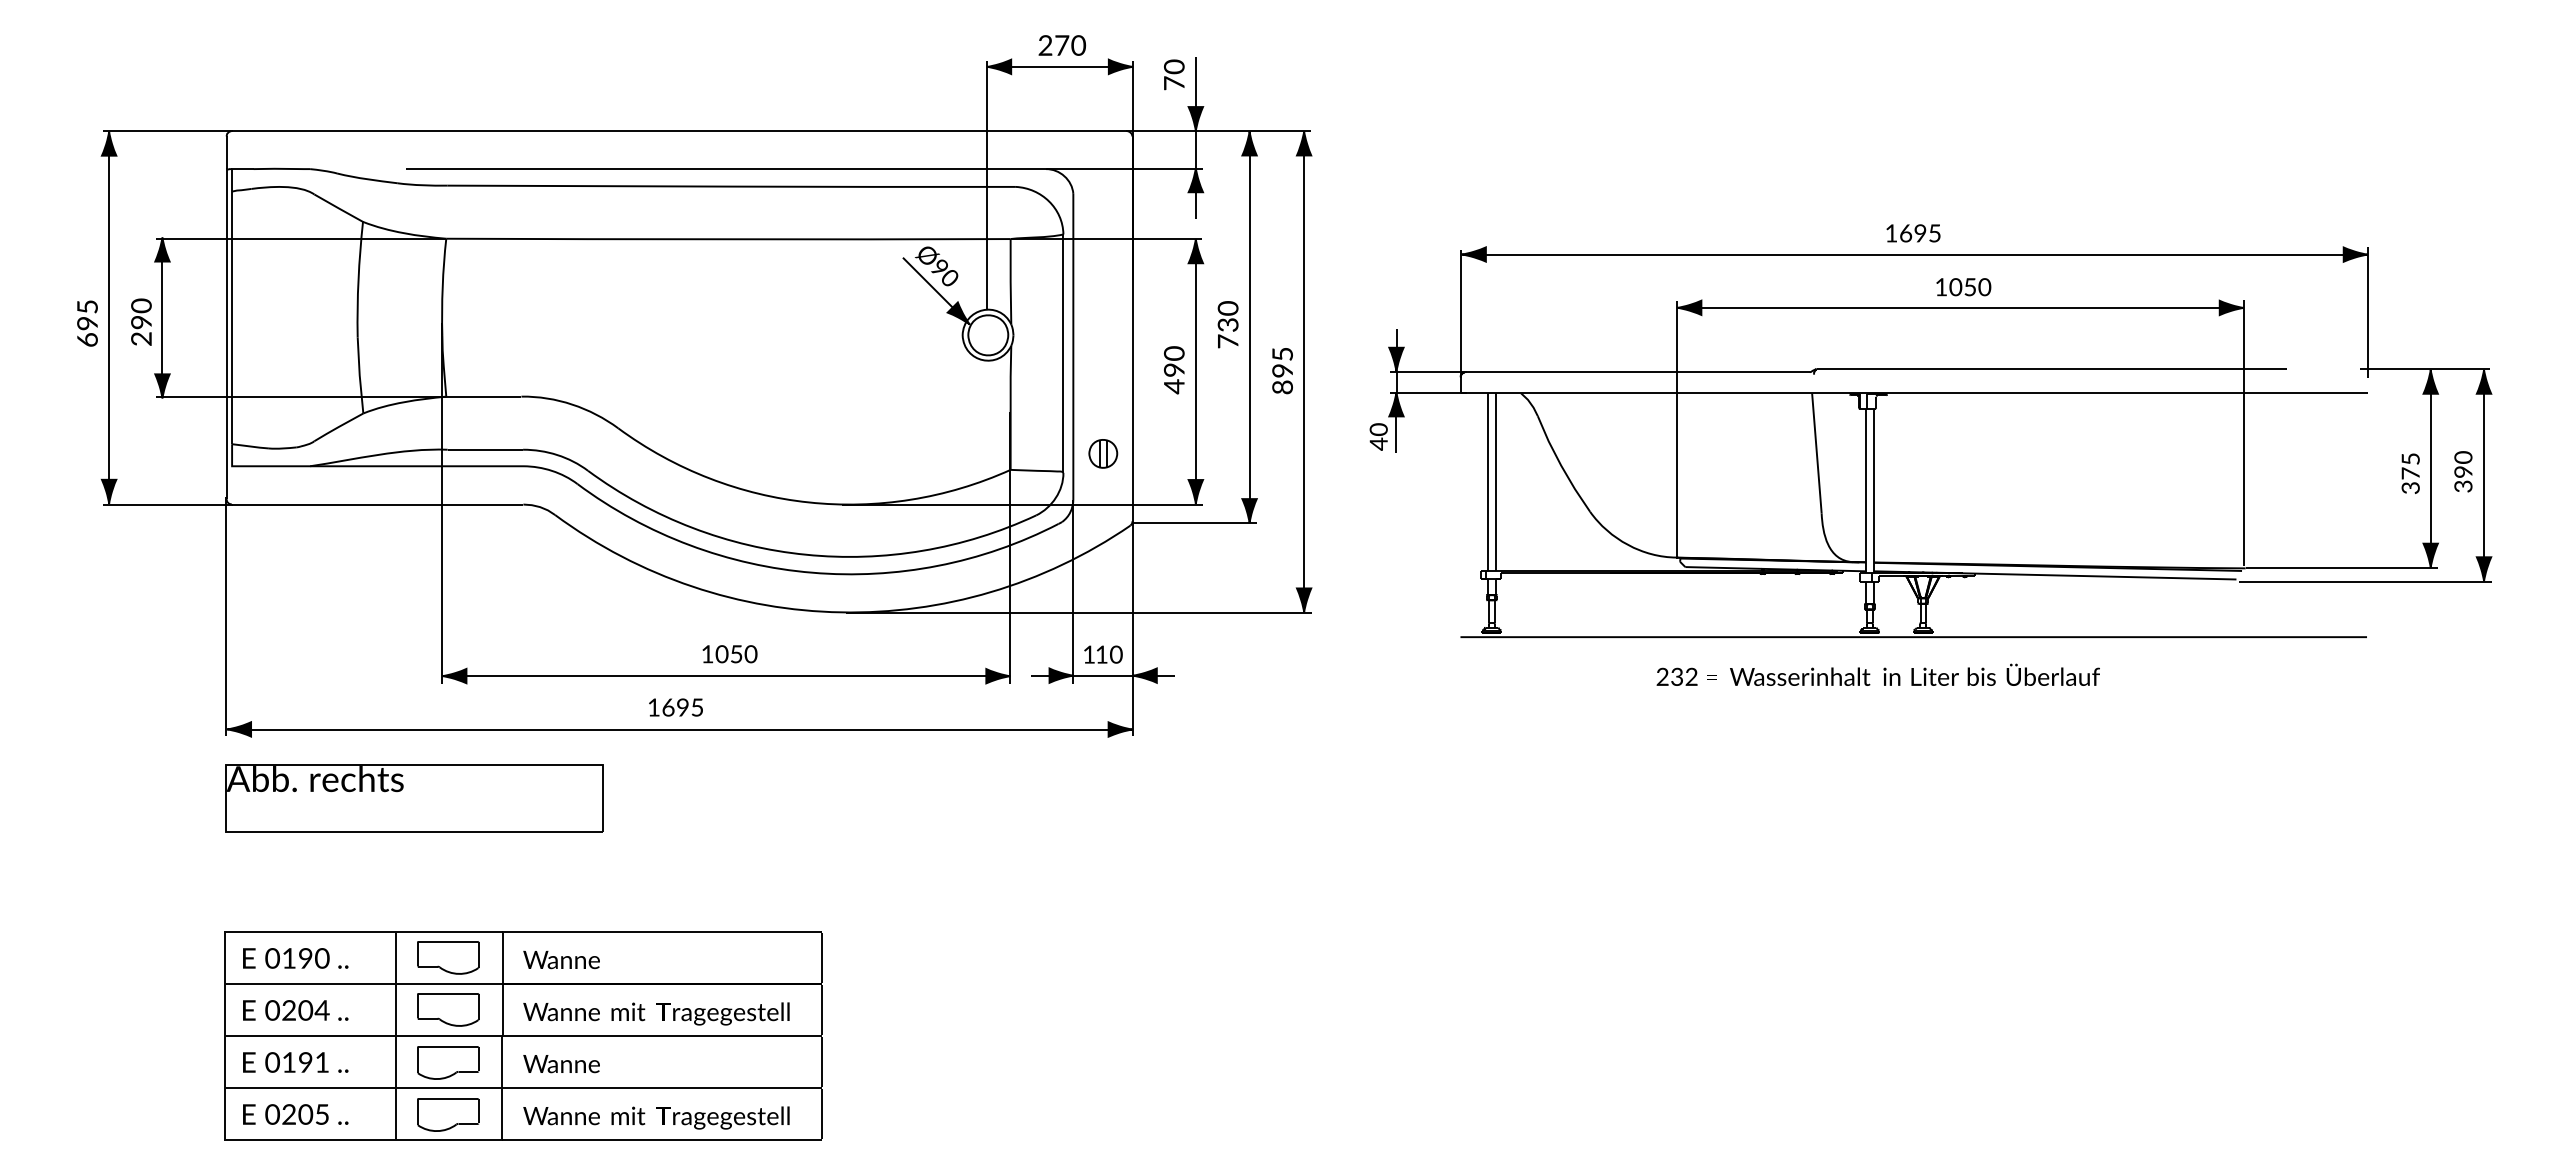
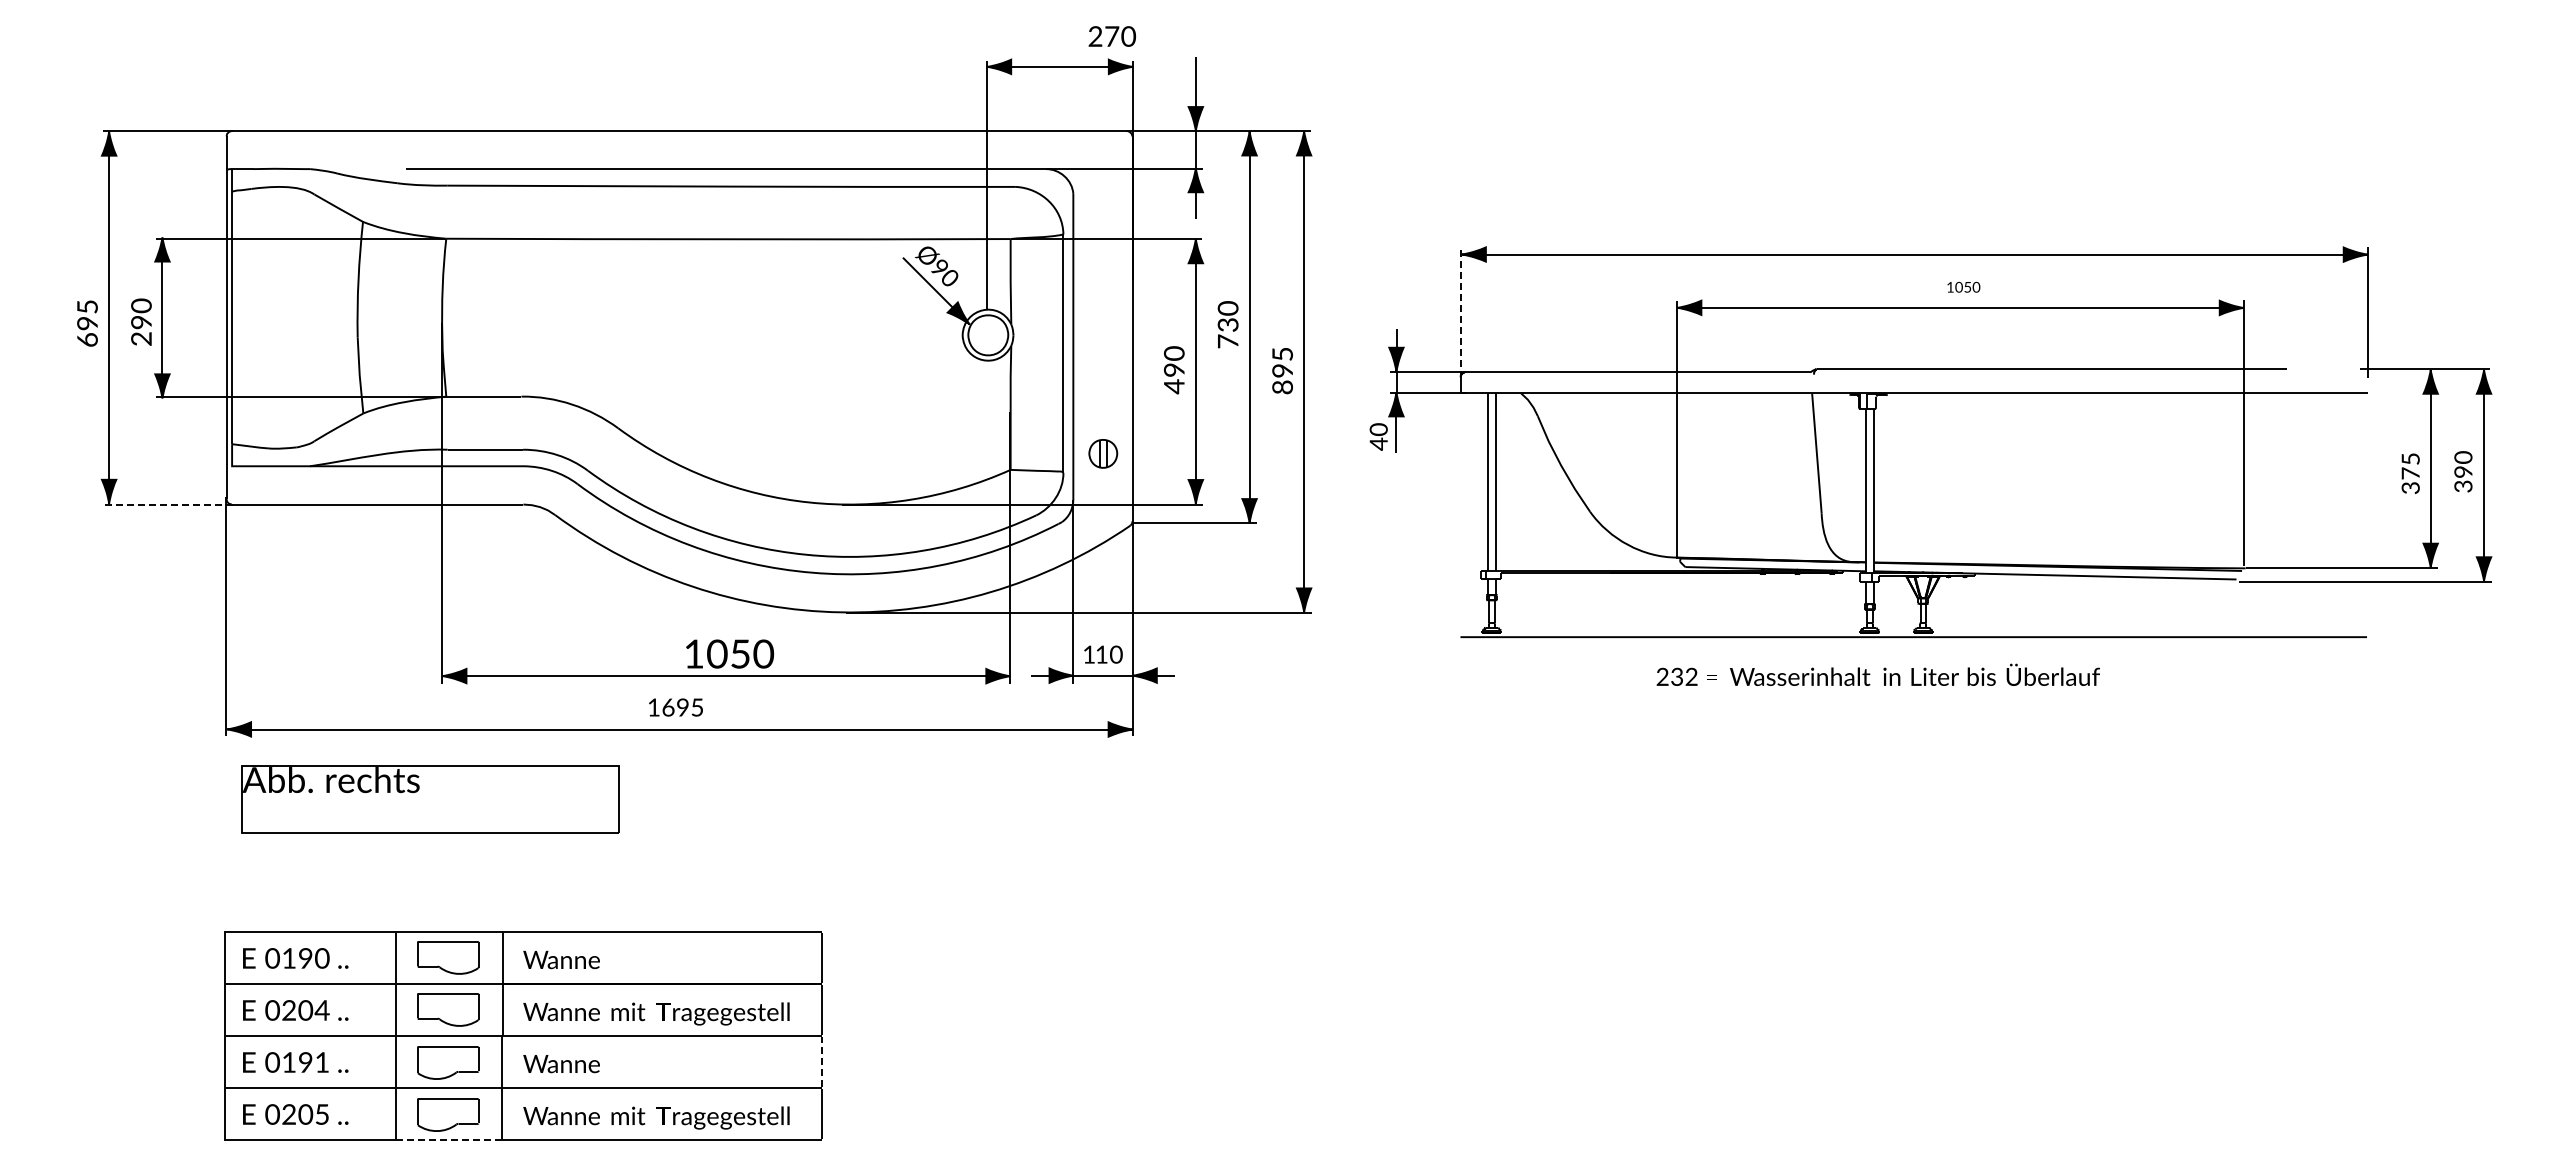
part at (1062, 45) position: (1062, 45) -> (1112, 36)
part at (1174, 74): present -> none
part at (1913, 233): present -> none
part at (1963, 287) size: 56x19 px -> 34x12 px
line at (1460, 313): solid -> dashed
line at (167, 504): solid -> dashed
part at (729, 654) size: 56x19 px -> 89x30 px
part at (414, 798) position: (414, 798) -> (430, 799)
line at (822, 1061): solid -> dashed
line at (449, 1139): solid -> dashed
